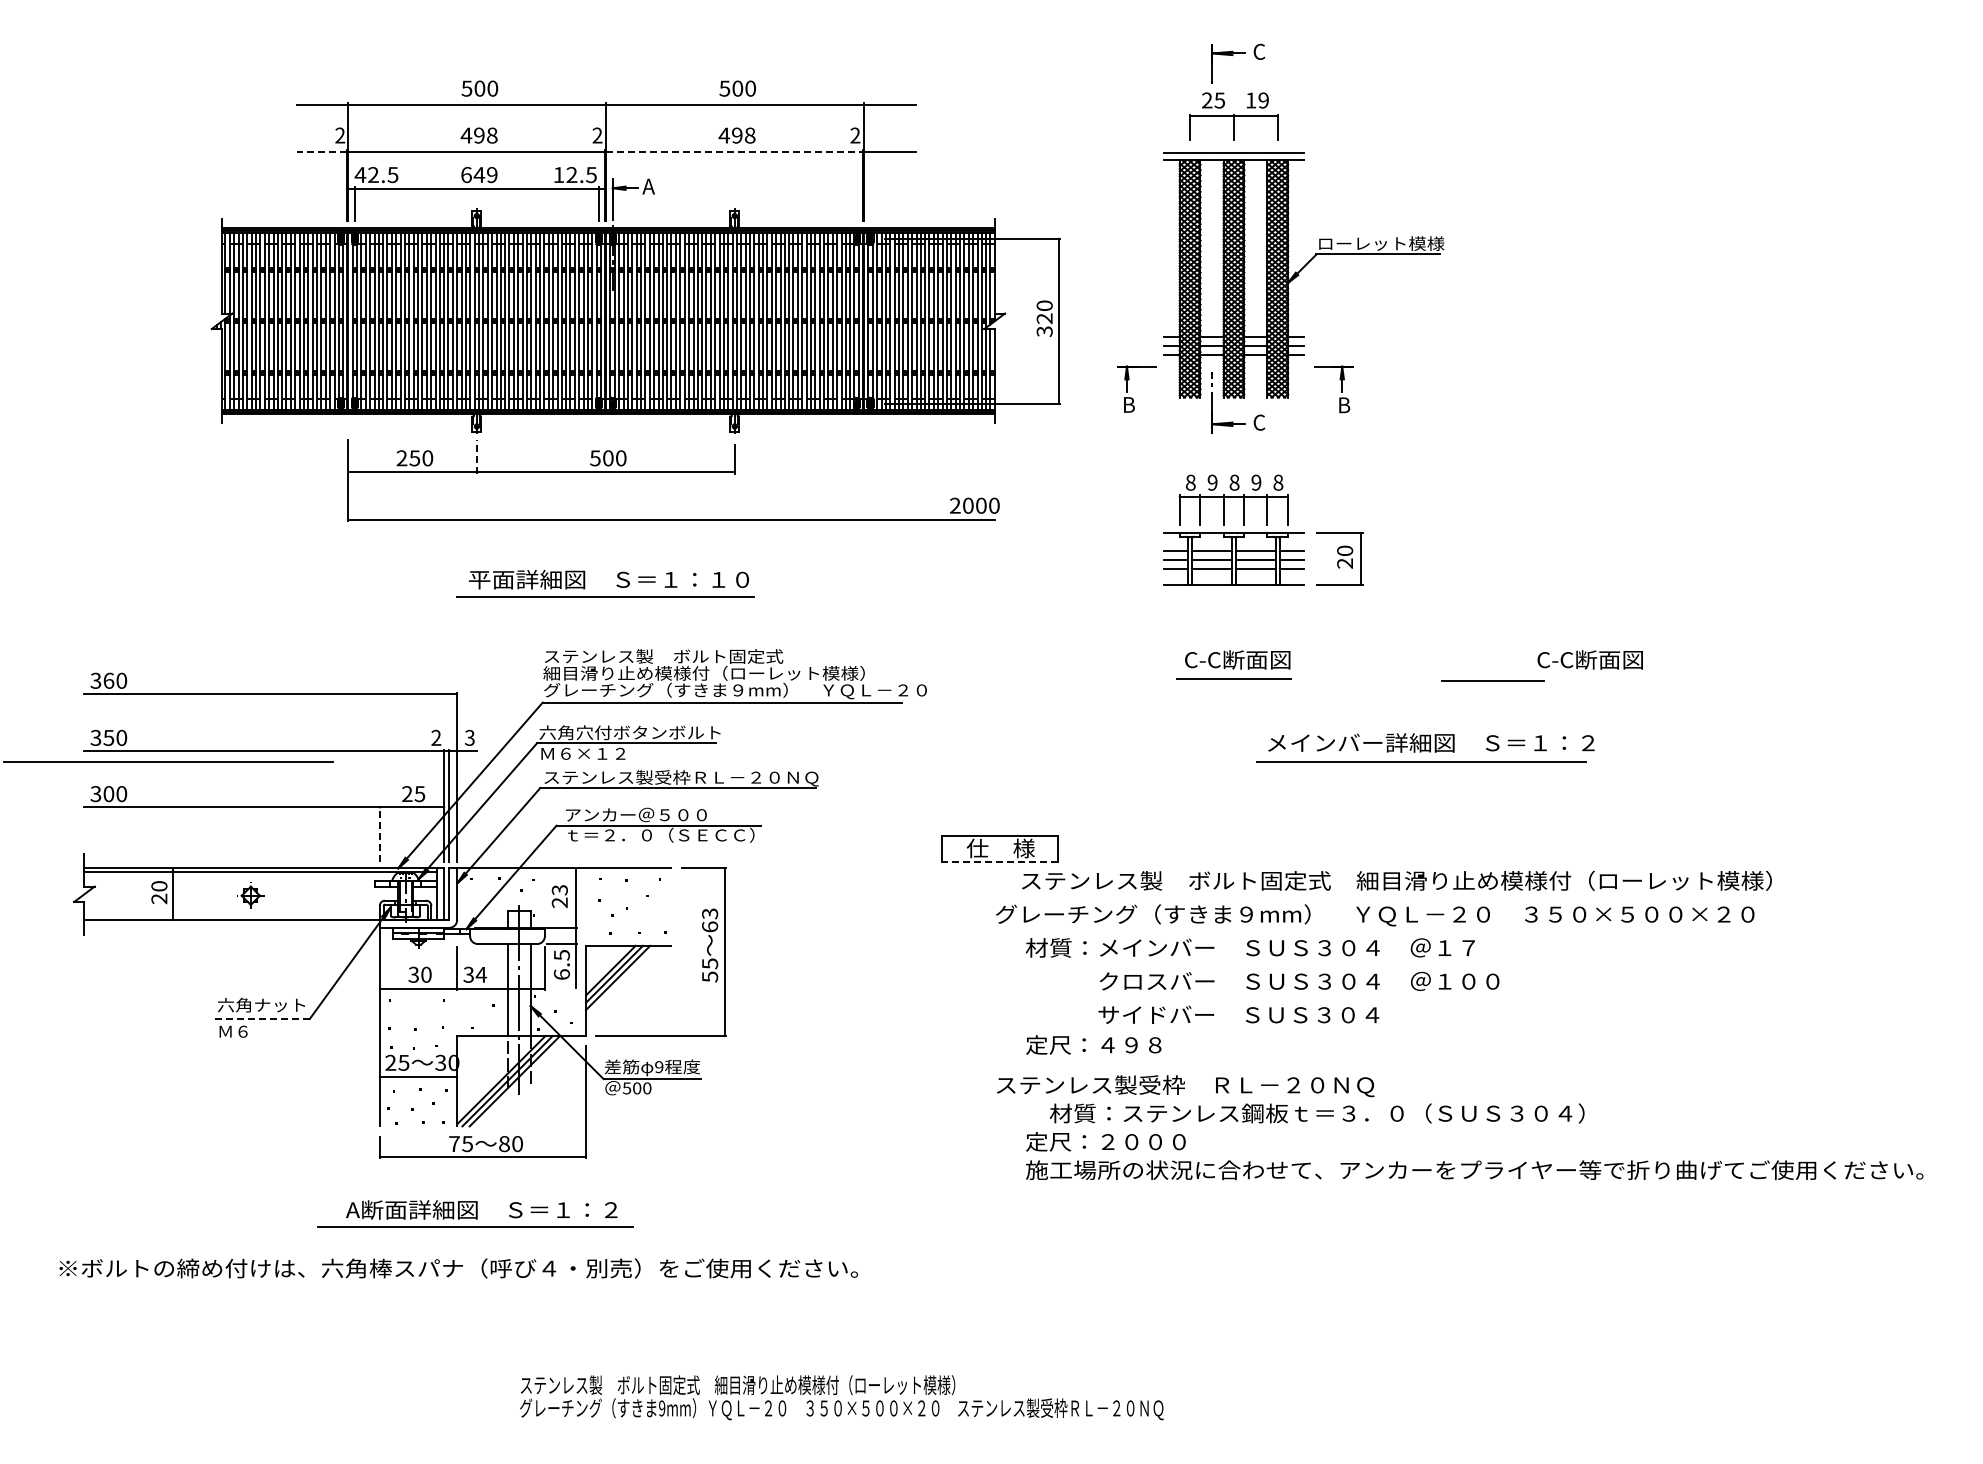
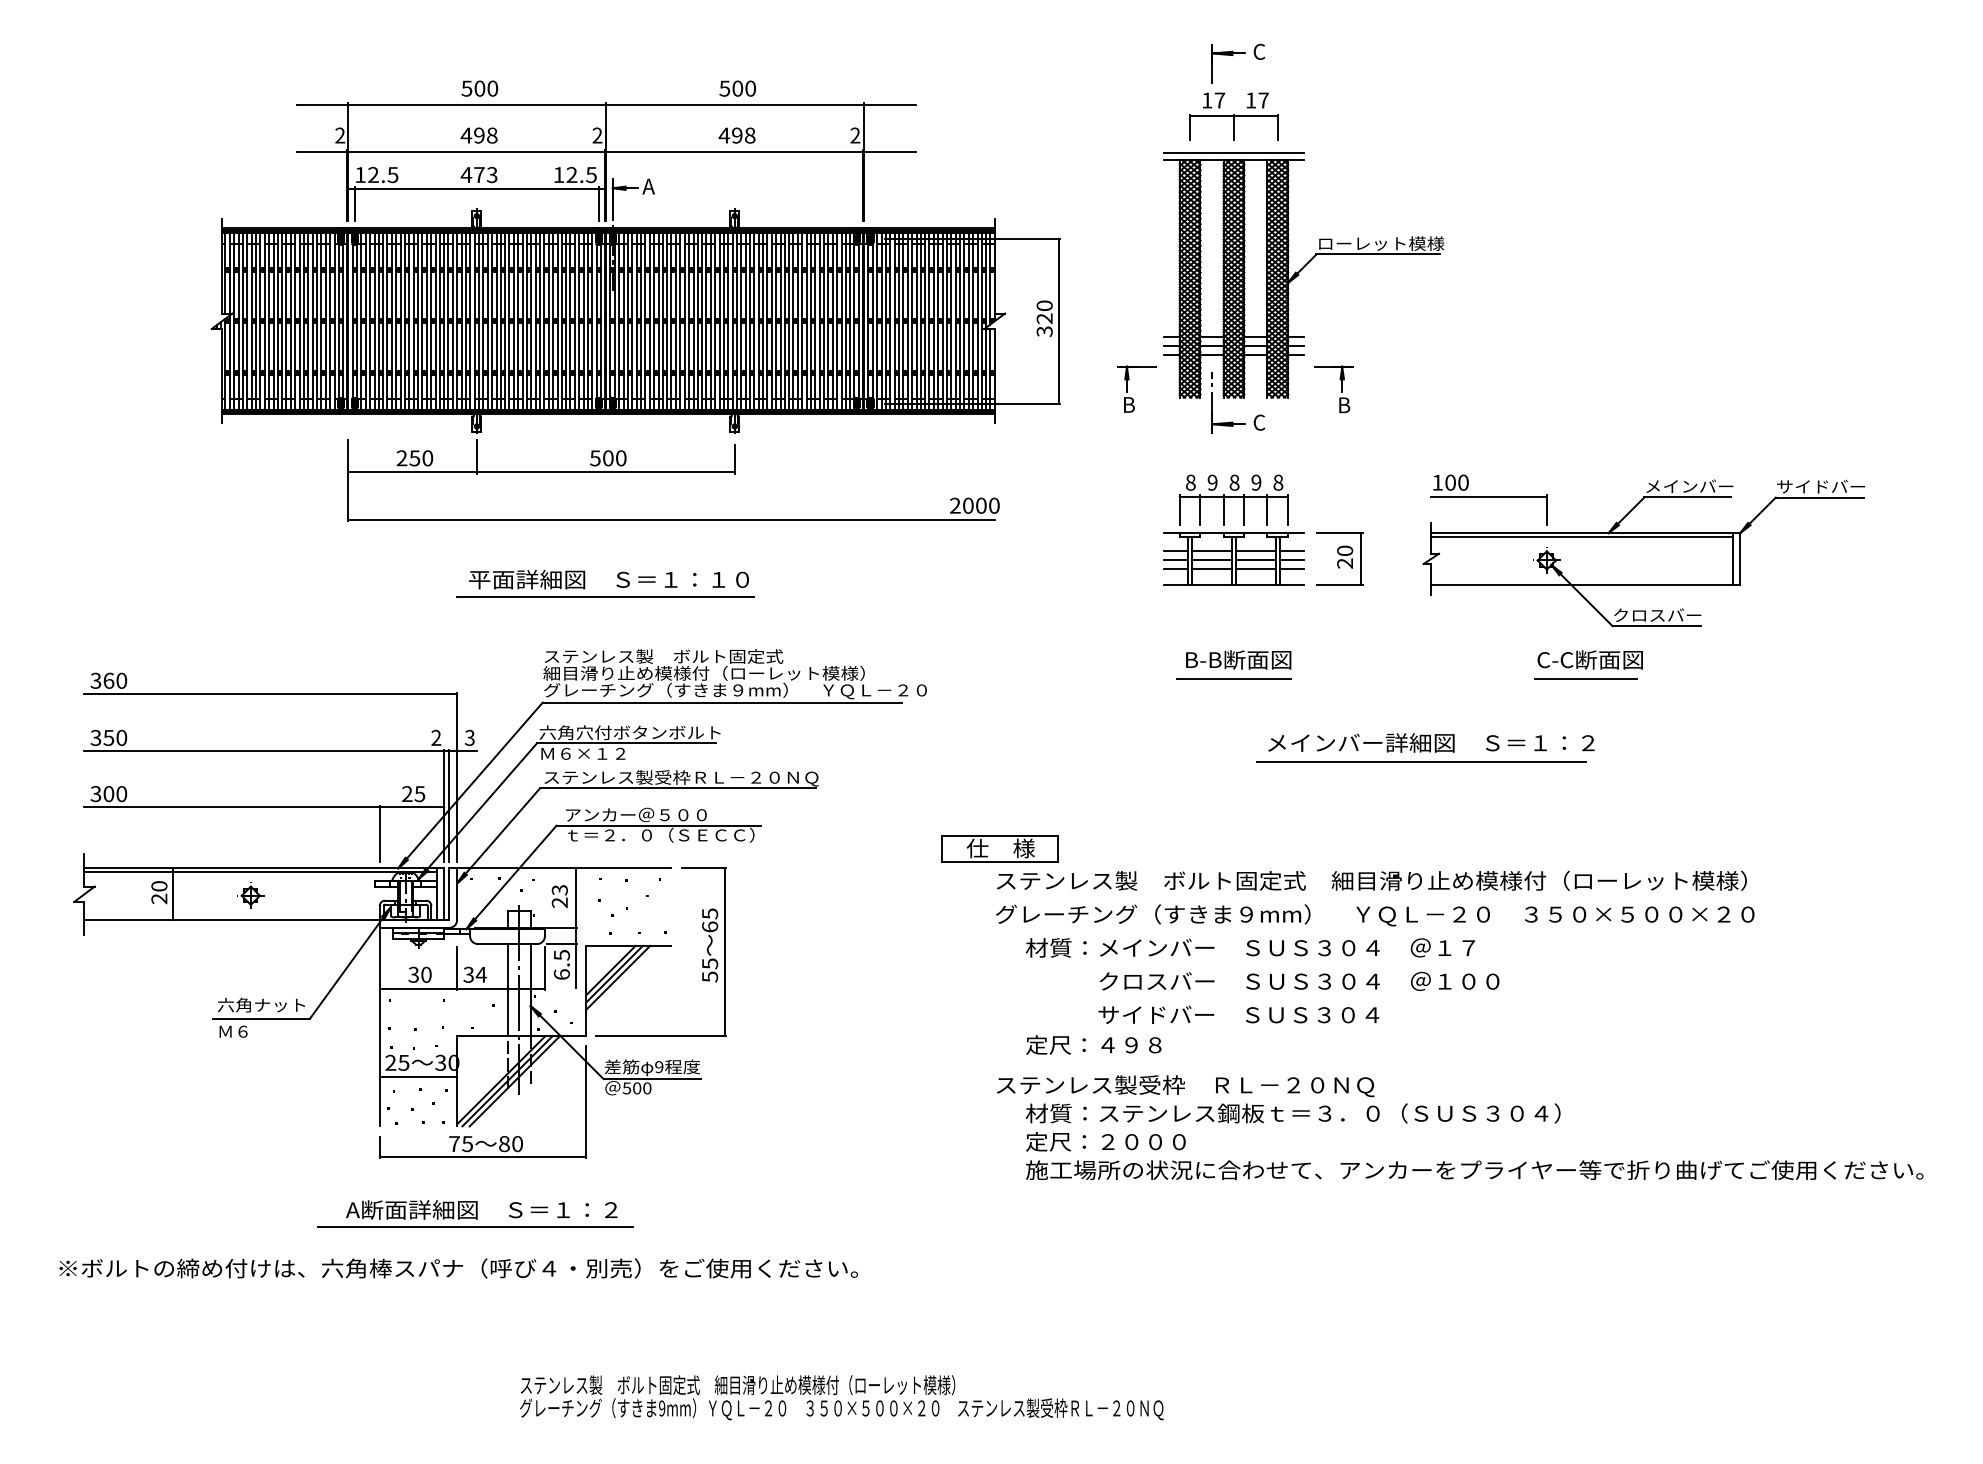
text at (1213, 100): 25 -> 17
text at (1263, 100): 19 -> 17
line at (321, 151): dashed -> solid
line at (735, 151): dashed -> solid
text at (360, 174): 42.5 -> 12.5
text at (478, 175): 649 -> 473
line at (476, 457): dashed -> solid
part at (1643, 550): none -> present
text at (1238, 659): C-C断面図 -> B-B断面図
line at (1492, 680) position: (1492, 680) -> (1585, 678)
line at (168, 761): present -> none
line at (379, 833): dashed -> solid
line at (999, 862): dashed -> solid
text at (1396, 880) position: (1396, 880) -> (1371, 880)
text at (709, 913): 63 -> 65
line at (261, 1018): dashed -> solid
text at (1317, 1113) position: (1317, 1113) -> (1293, 1113)
